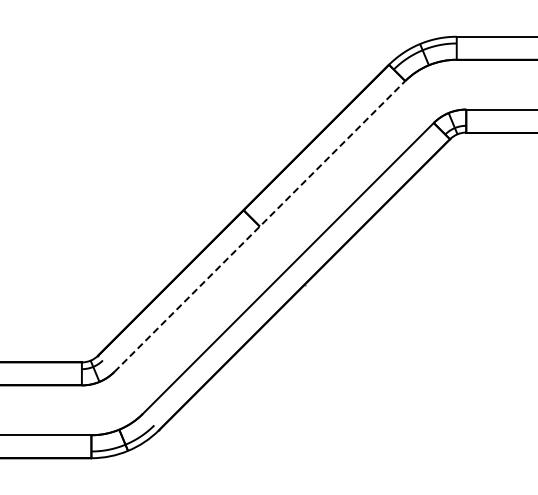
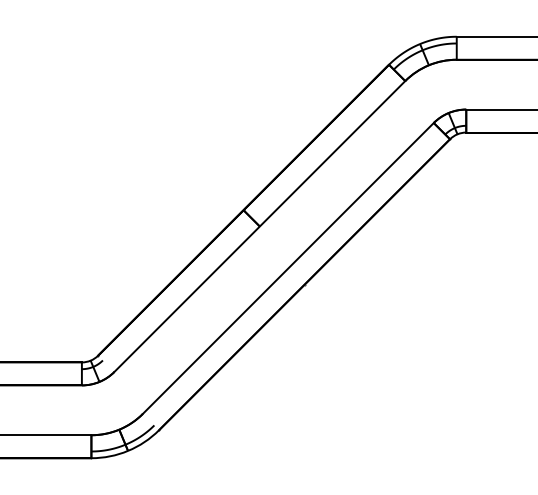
line at (259, 226): dashed -> solid
